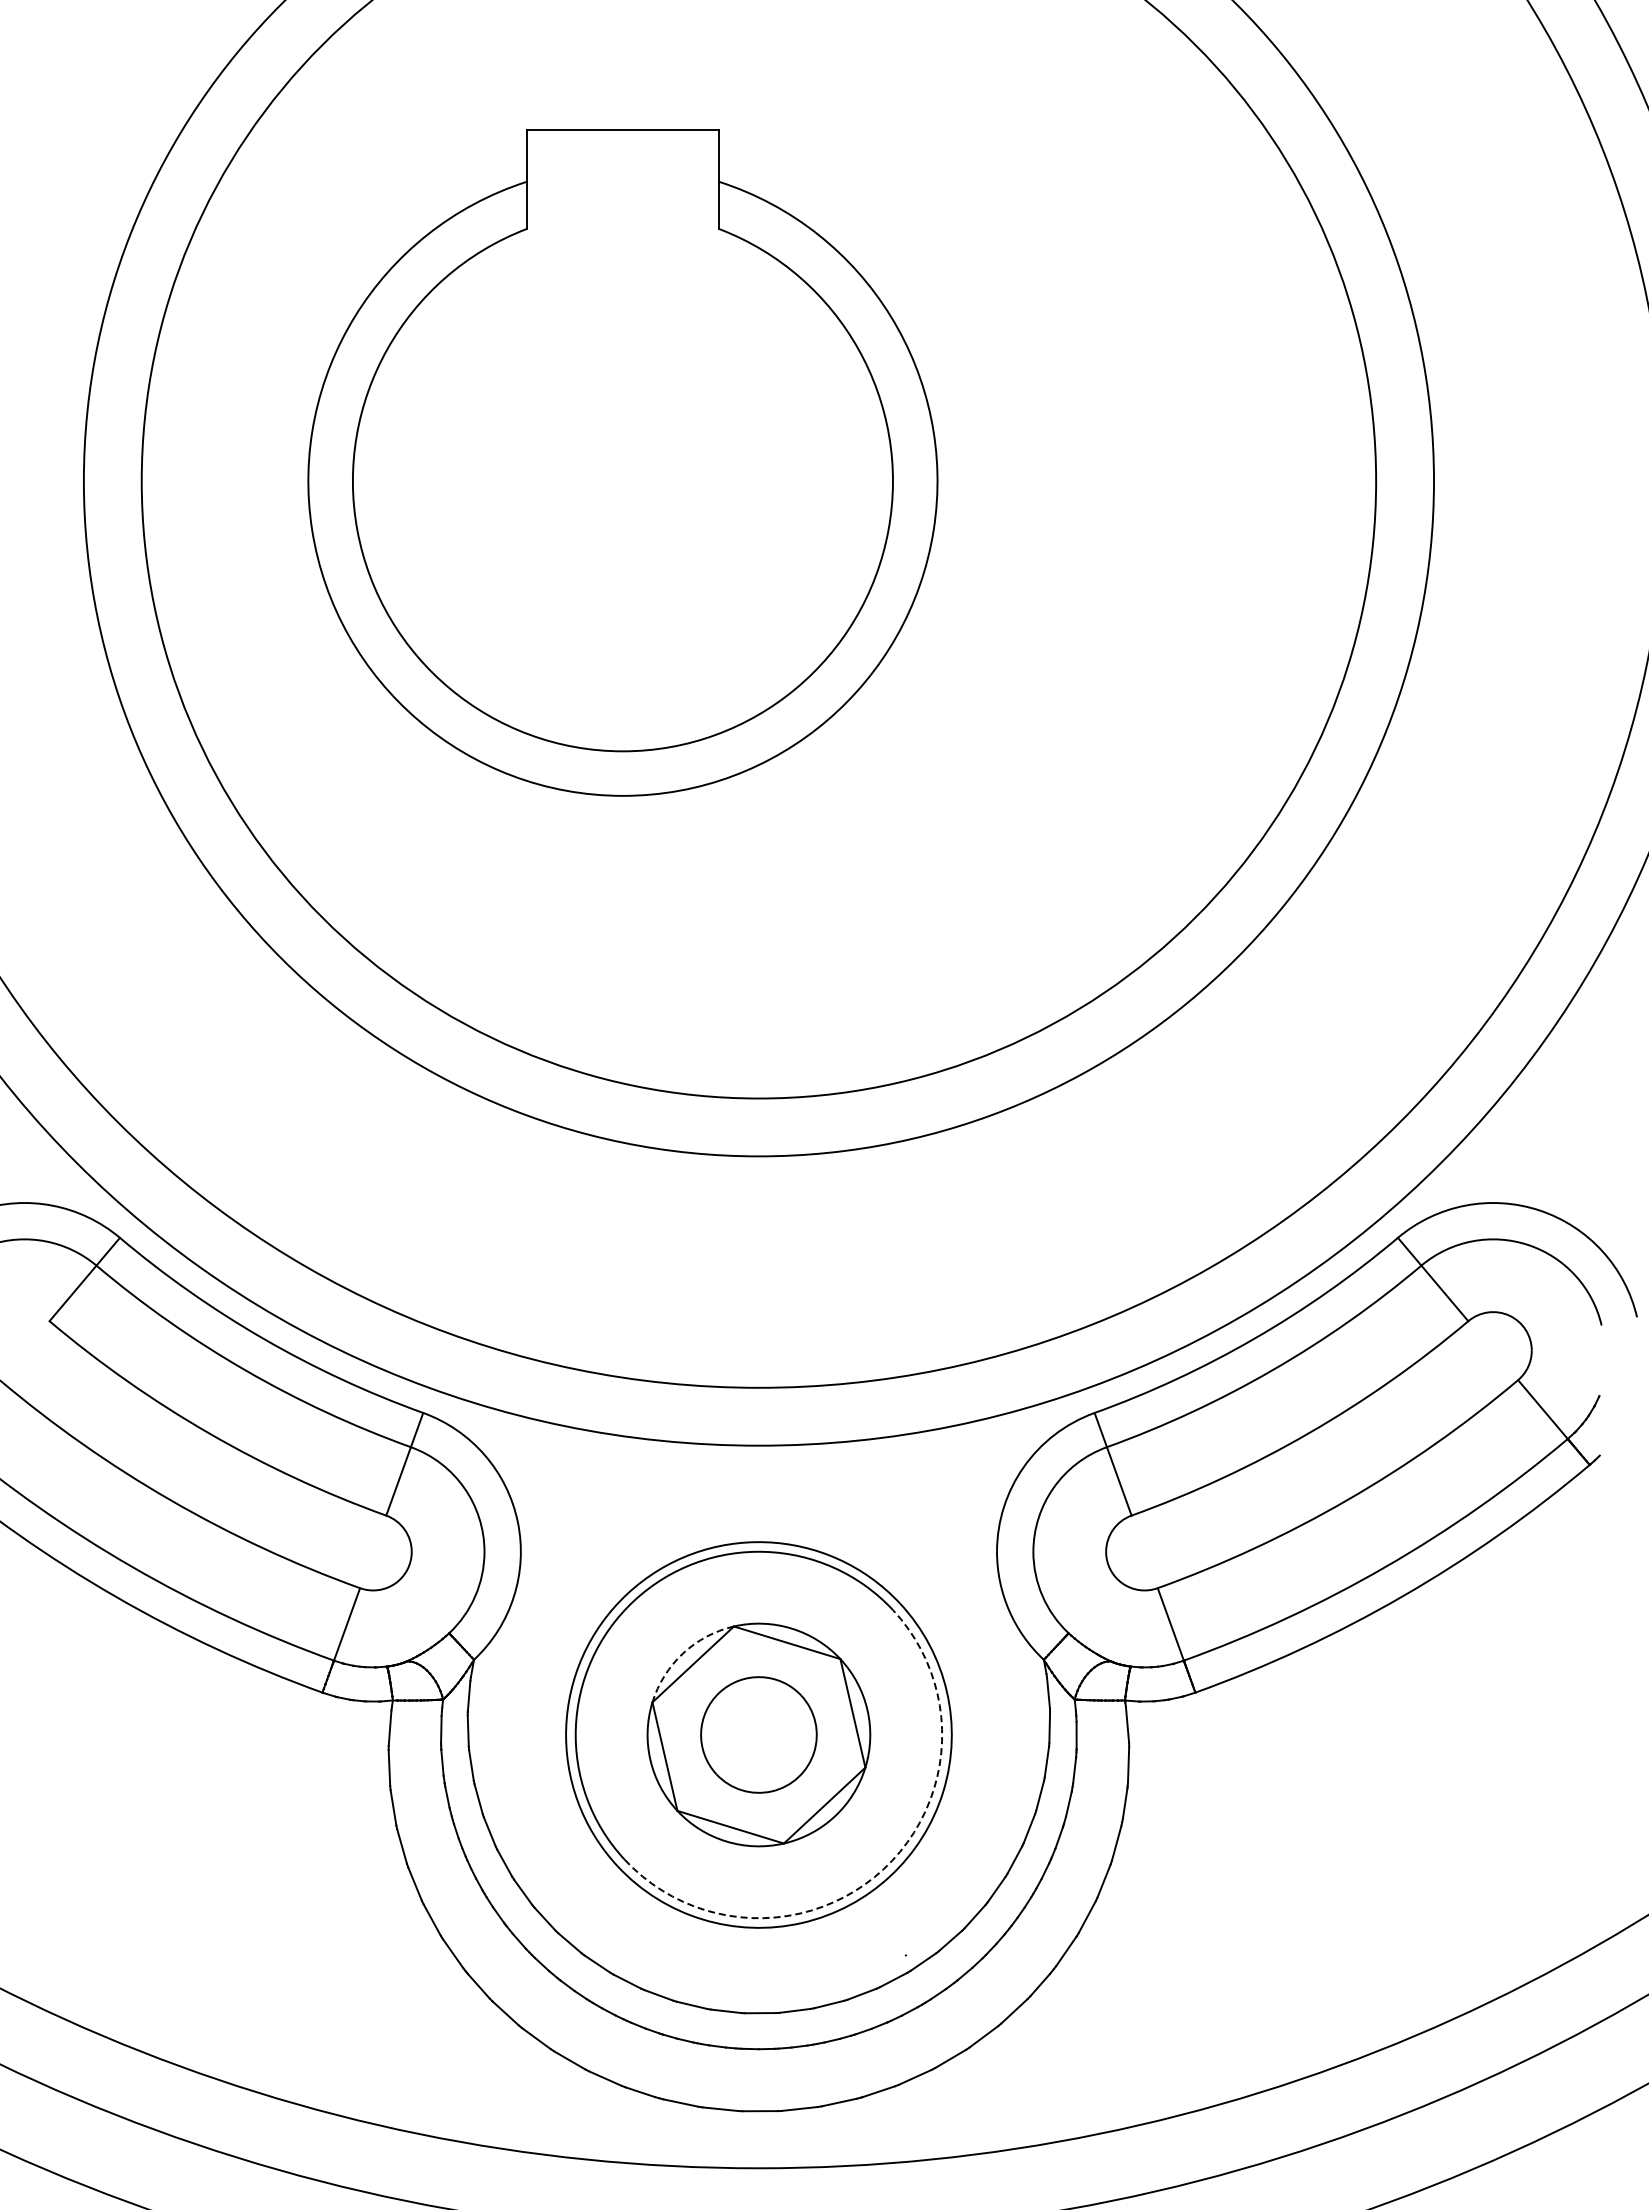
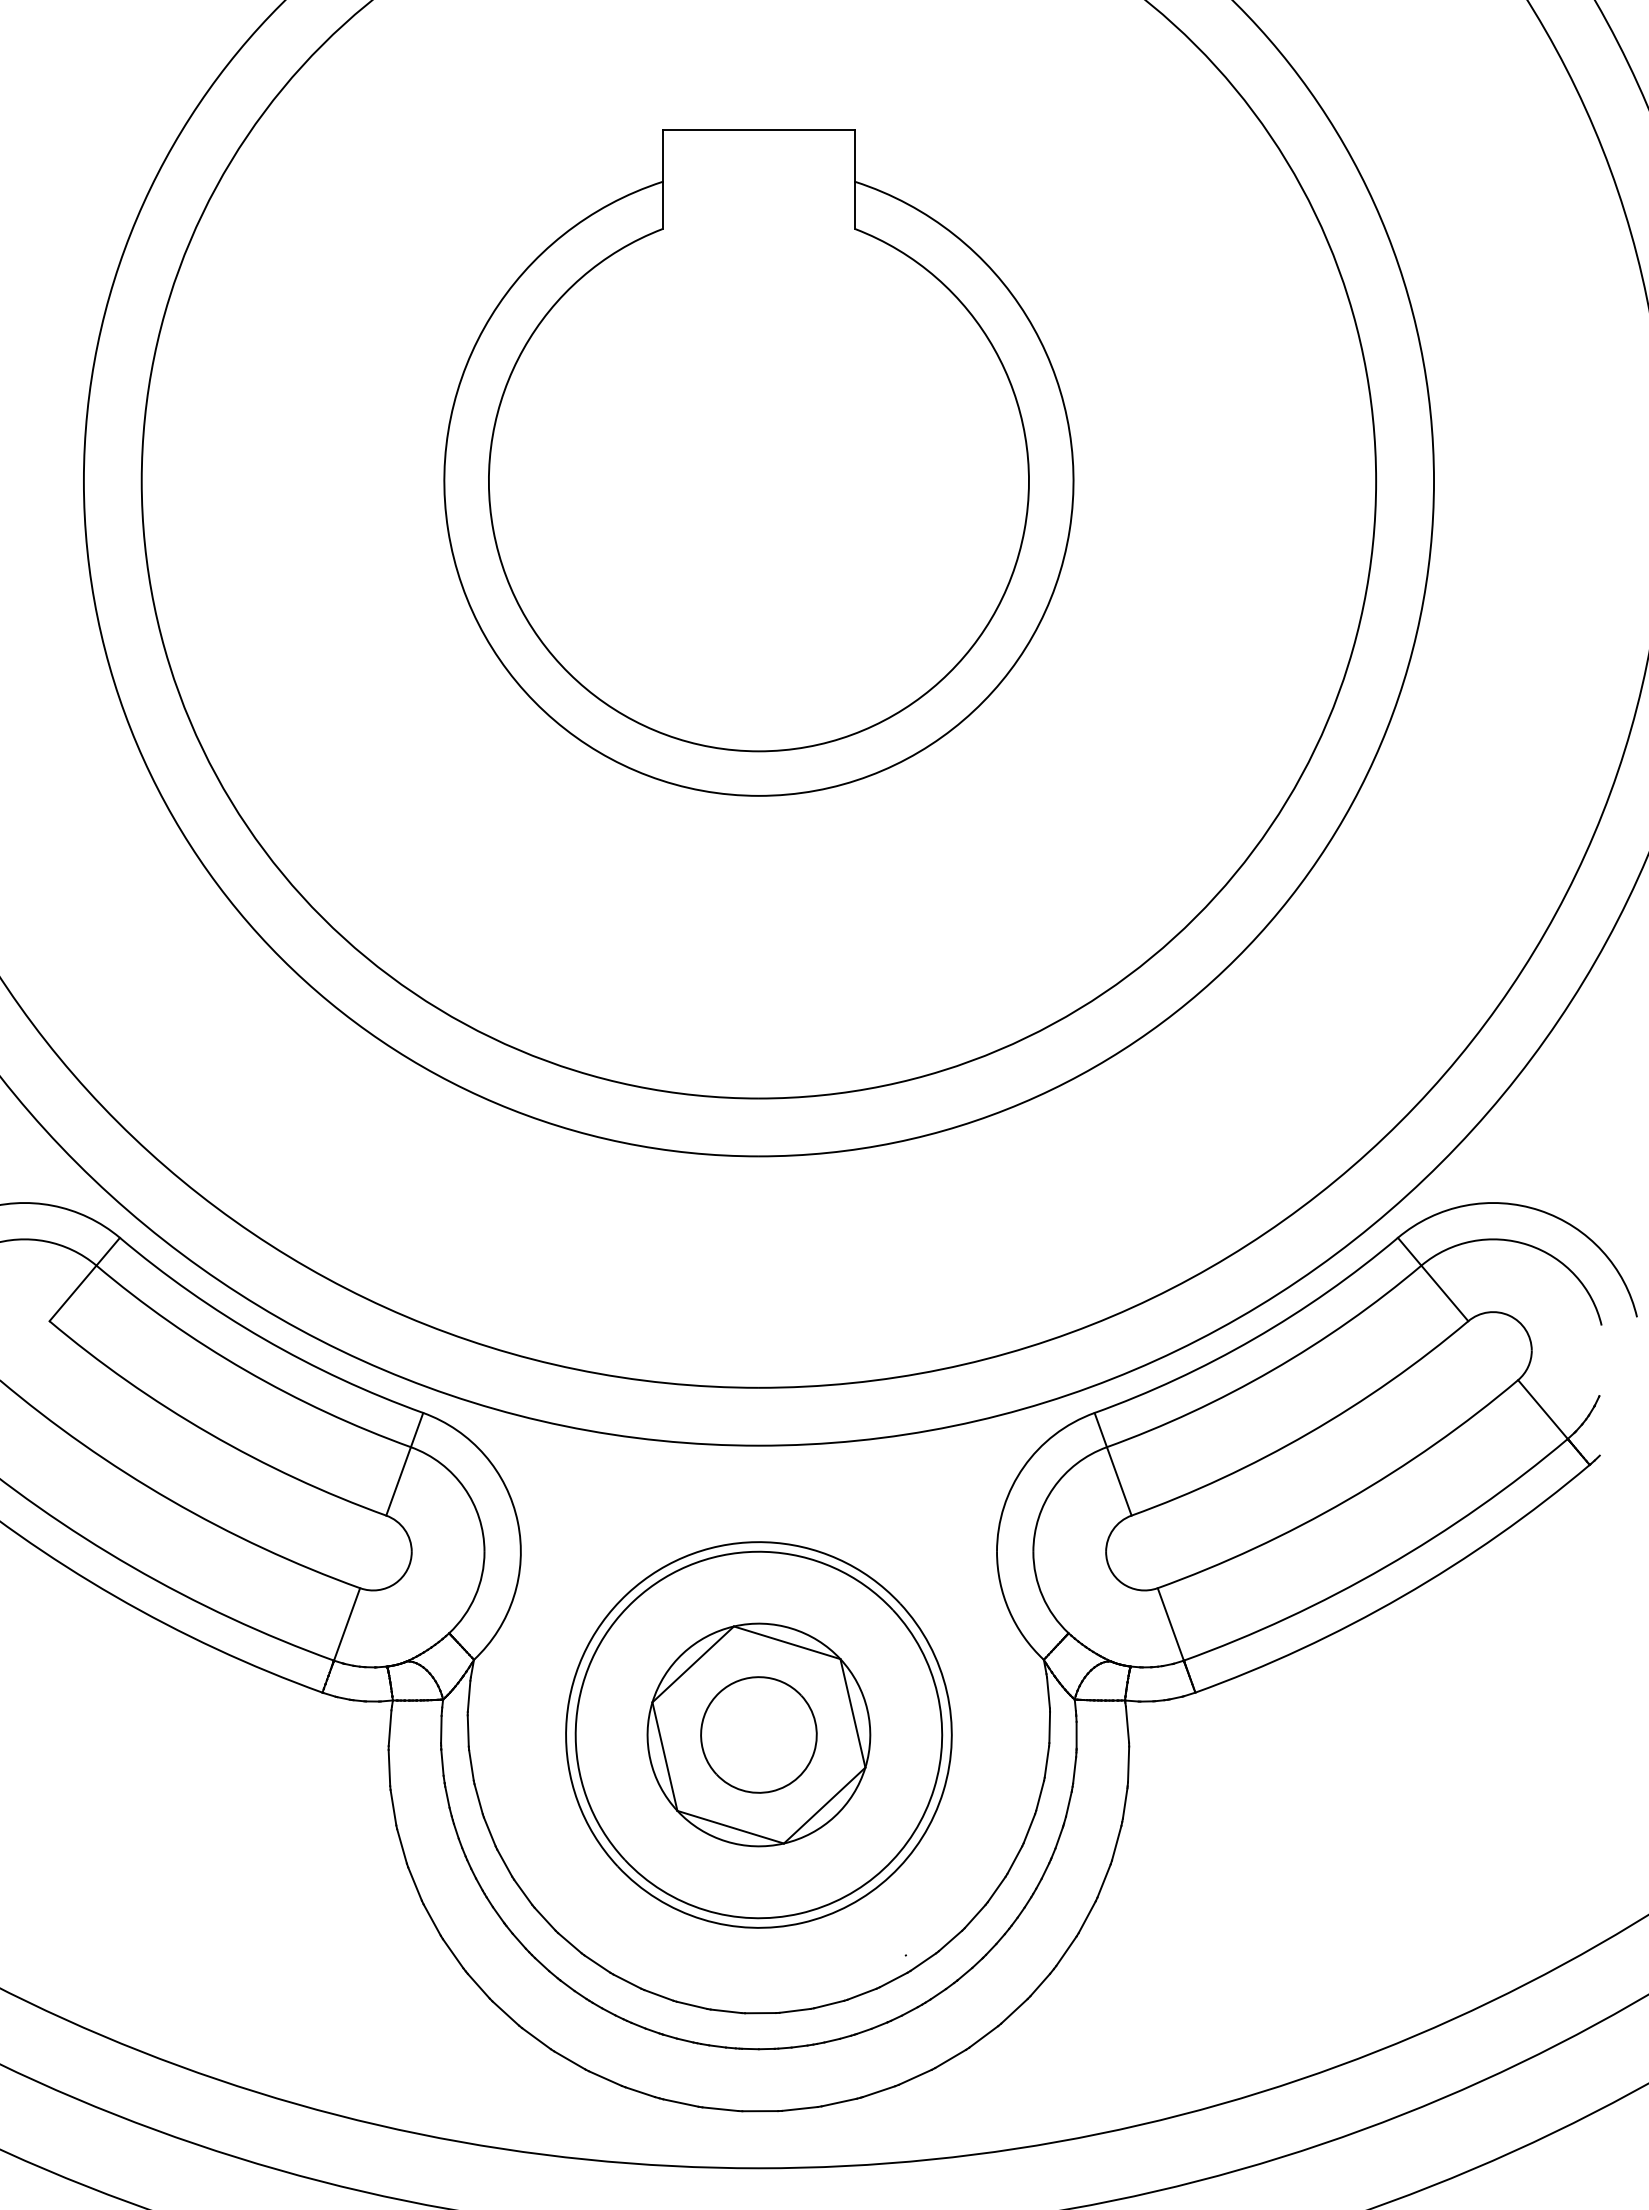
part at (622, 462) position: (622, 462) -> (758, 462)
arc at (683, 1653): dashed -> solid
arc at (883, 1869): dashed -> solid
